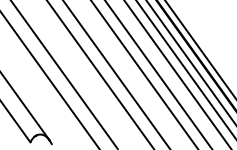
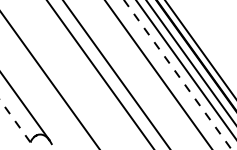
line at (64, 74): present -> none
line at (144, 74): present -> none
line at (177, 74): solid -> dashed
line at (15, 121): solid -> dashed
